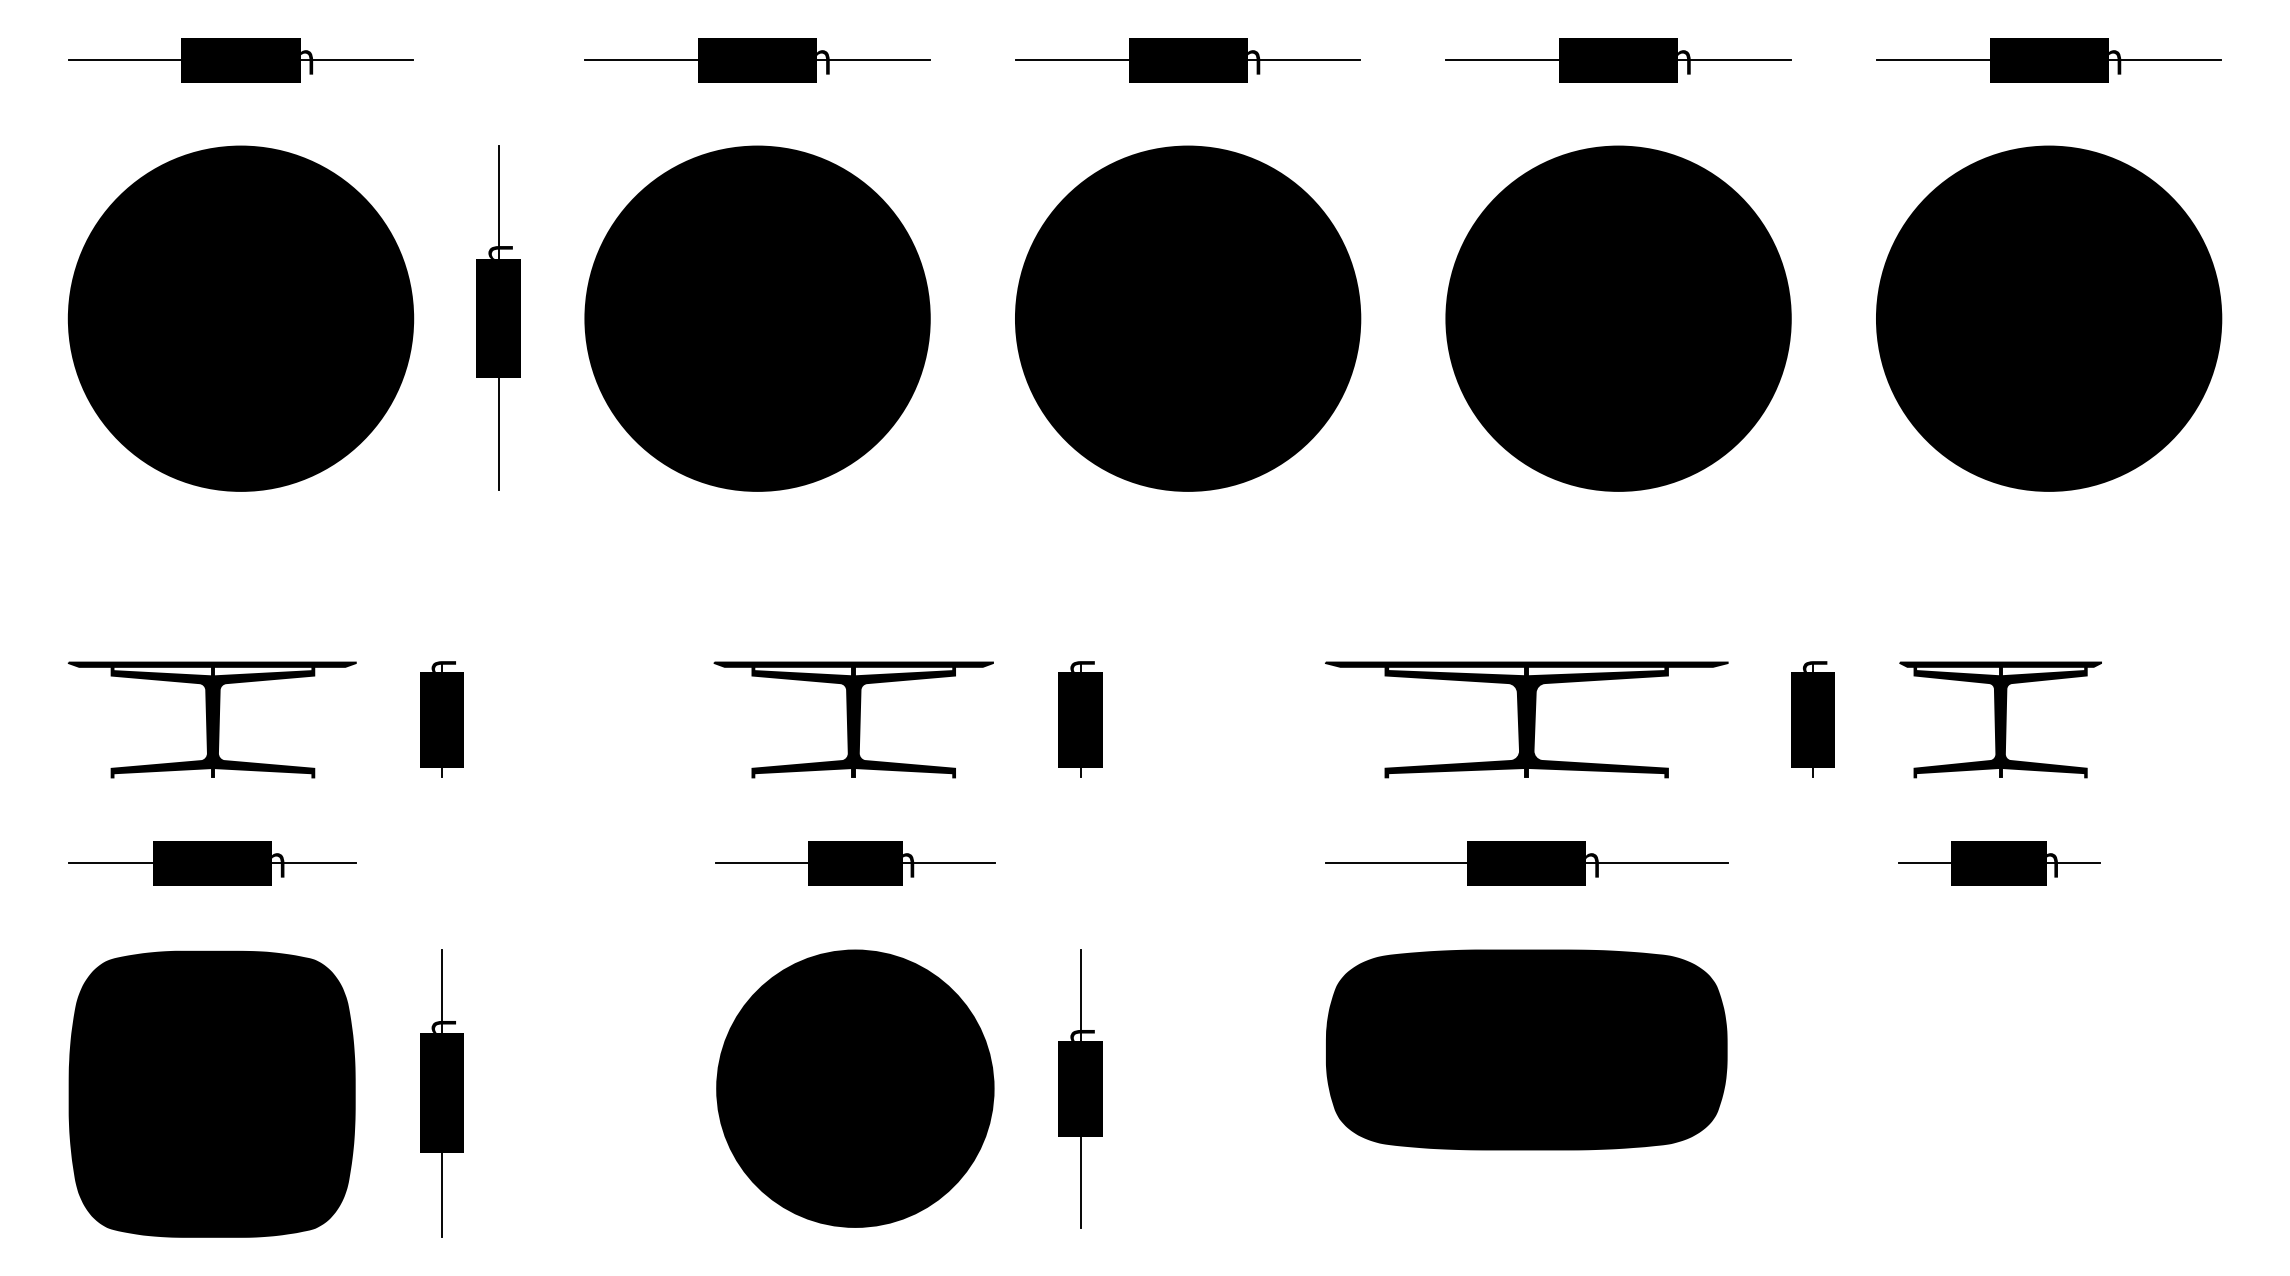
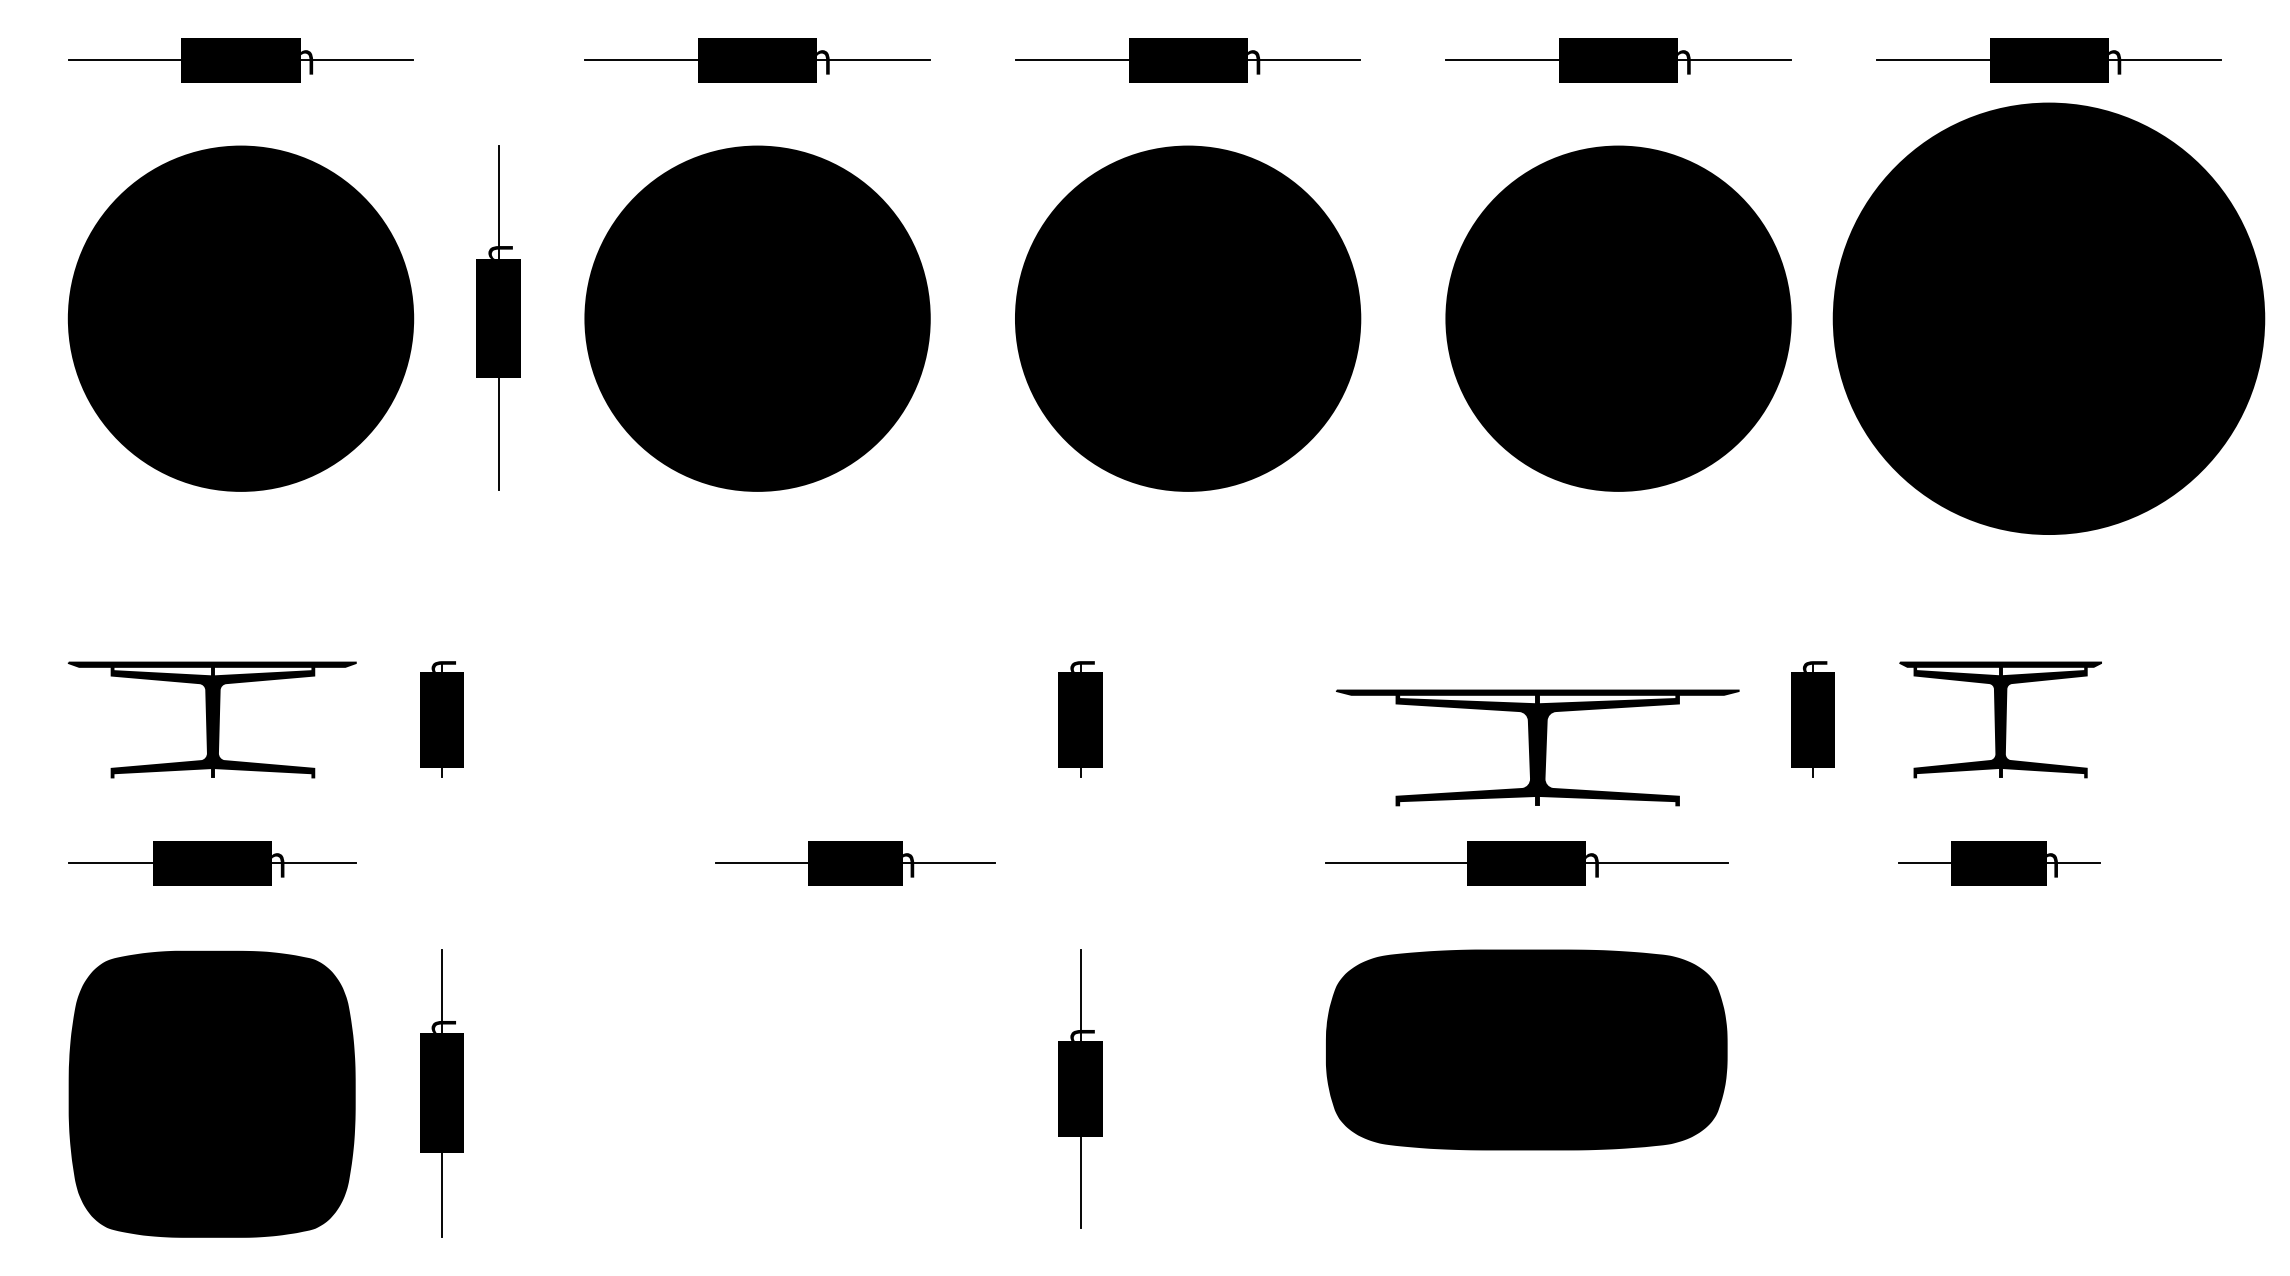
part at (2049, 318) size: 347x347 px -> 434x433 px
part at (853, 719): present -> none
part at (1526, 719) position: (1526, 719) -> (1537, 747)
part at (855, 1088): present -> none
